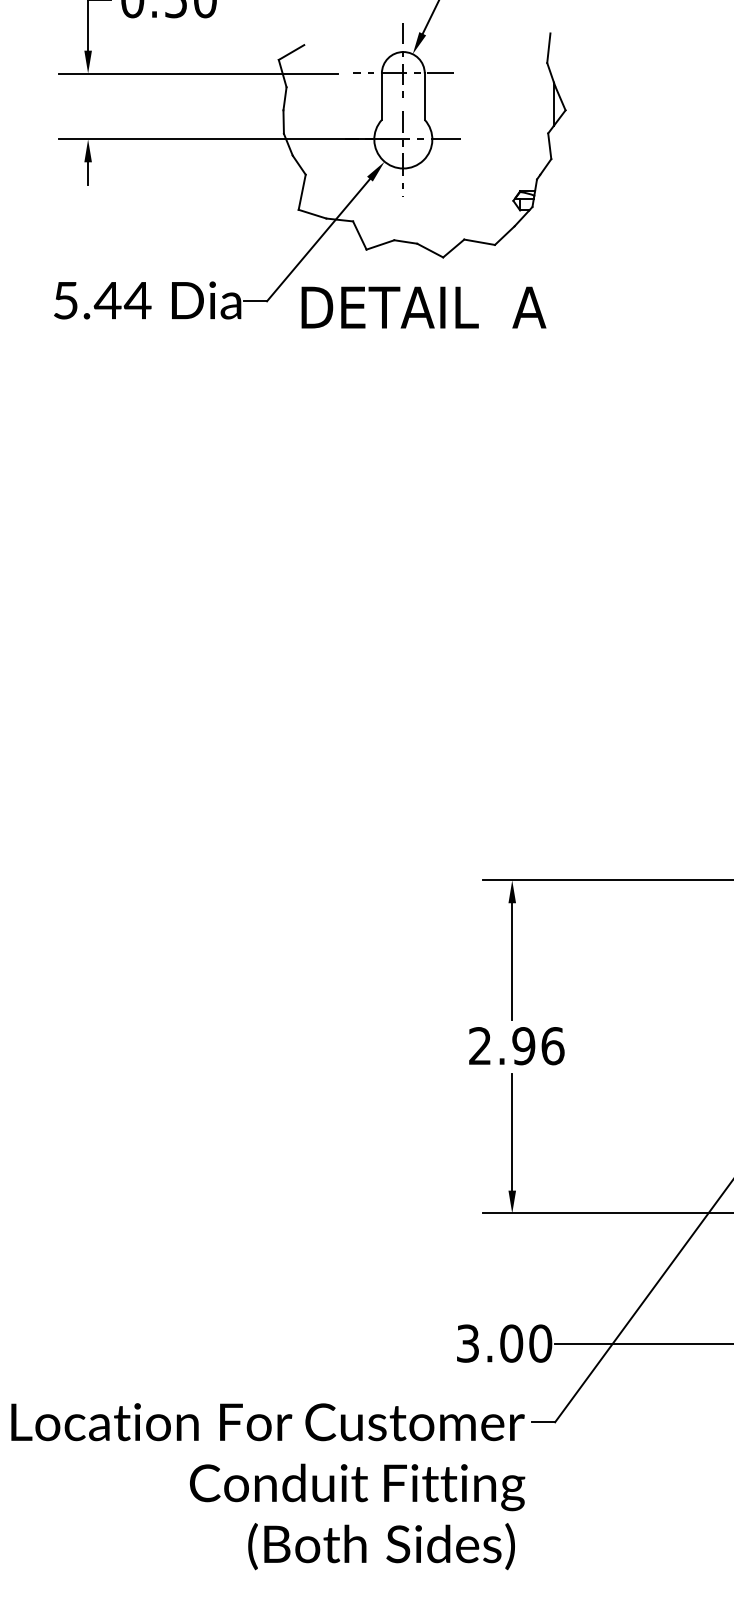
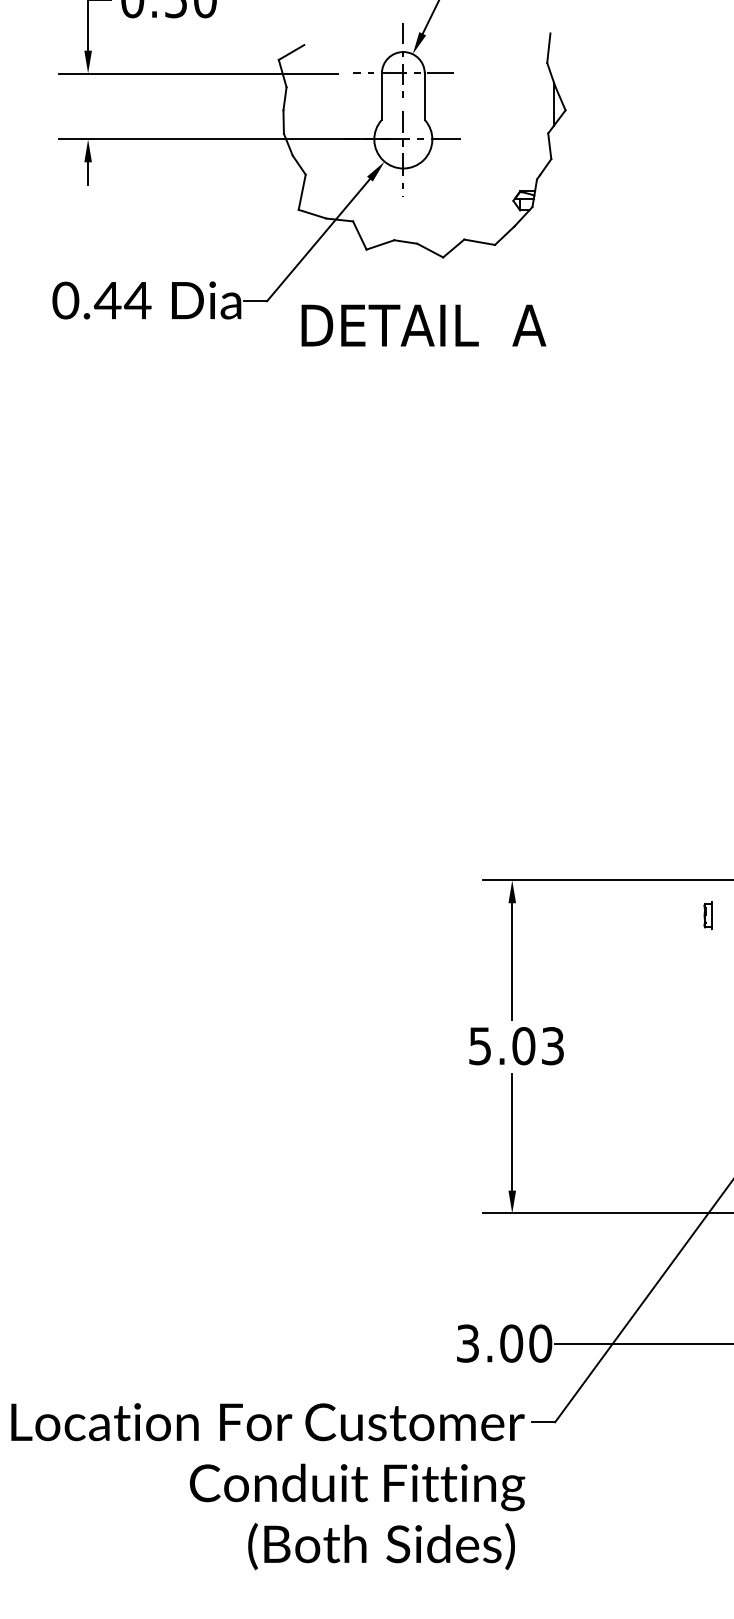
text at (65, 300): 5.44 -> 0.44
text at (423, 307) position: (423, 307) -> (423, 325)
part at (707, 915): none -> present
text at (516, 1046): 2.96 -> 5.03
